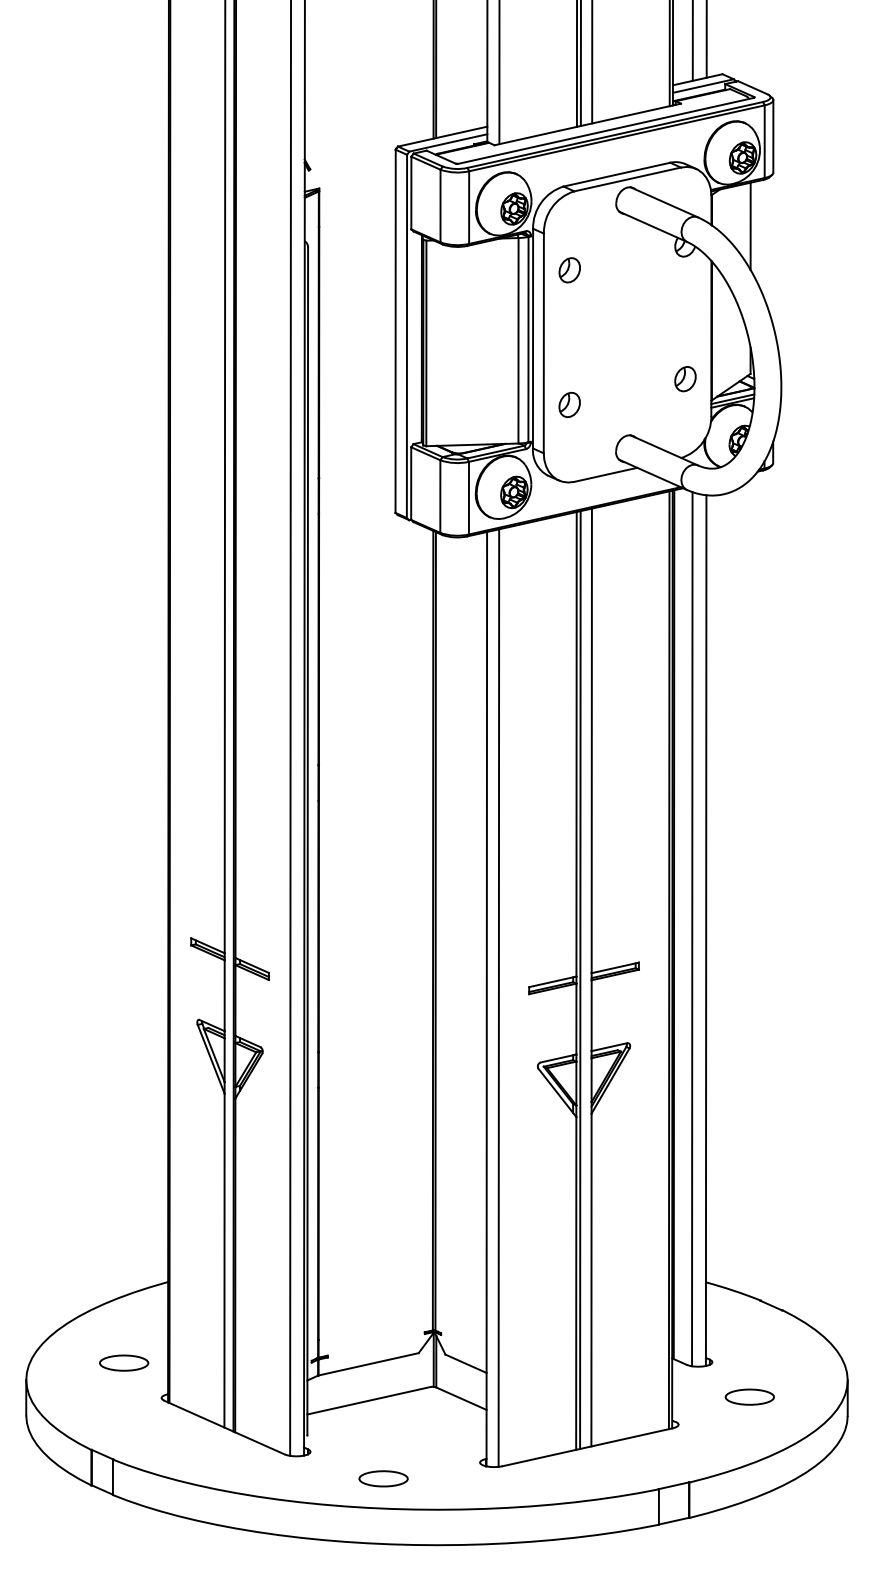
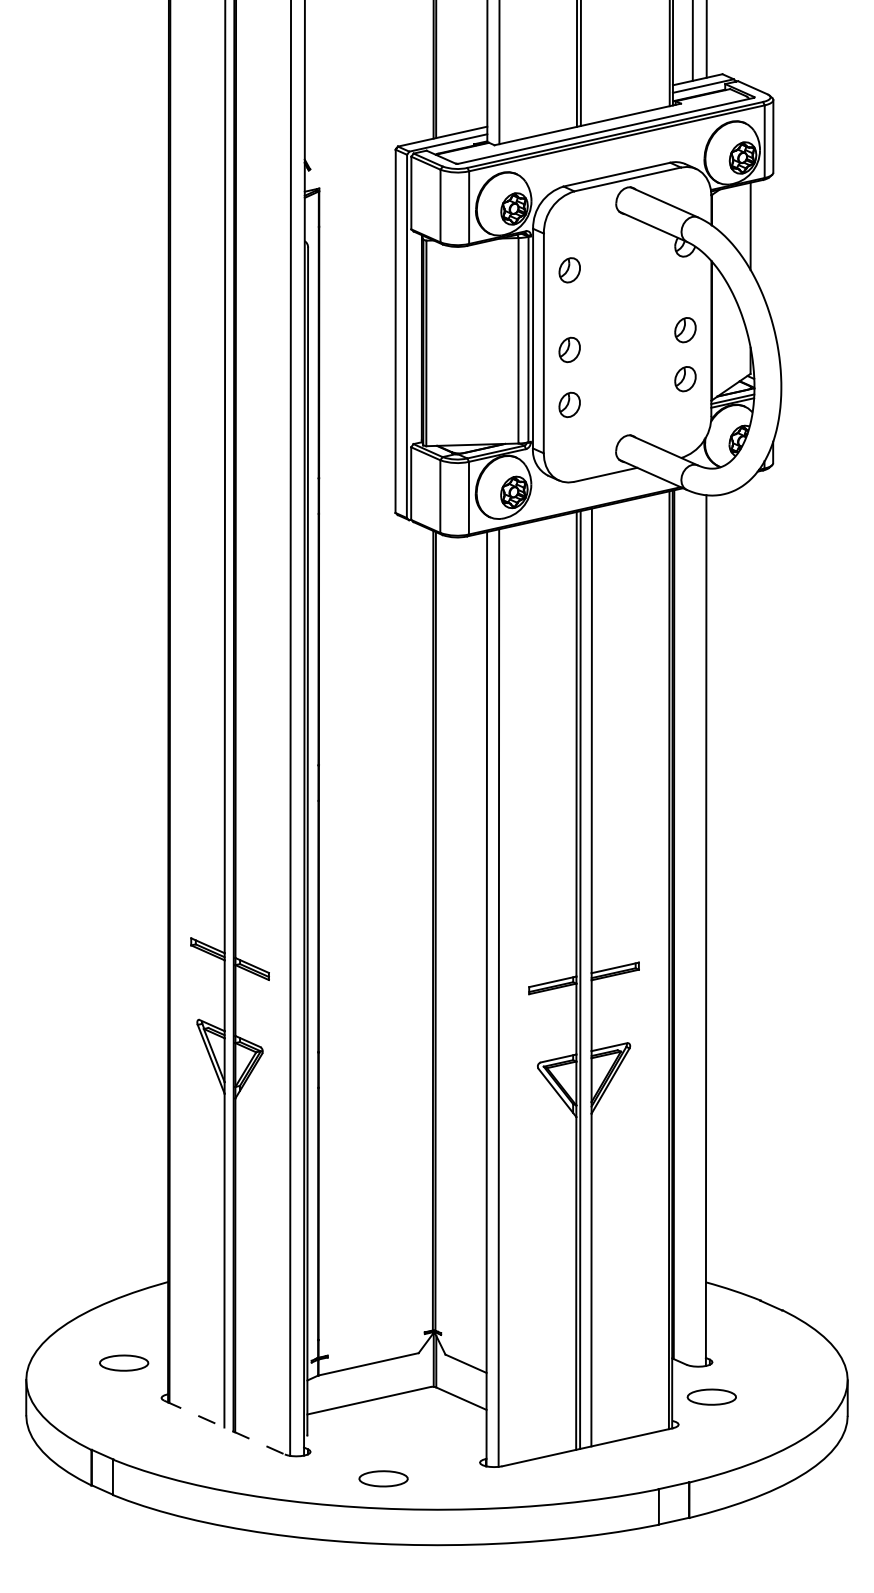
line at (592, 62): present -> none
part at (685, 330): none -> present
part at (569, 349): none -> present
line at (692, 929): present -> none
part at (749, 1396) position: (749, 1396) -> (711, 1396)
line at (224, 1427): solid -> dashed
